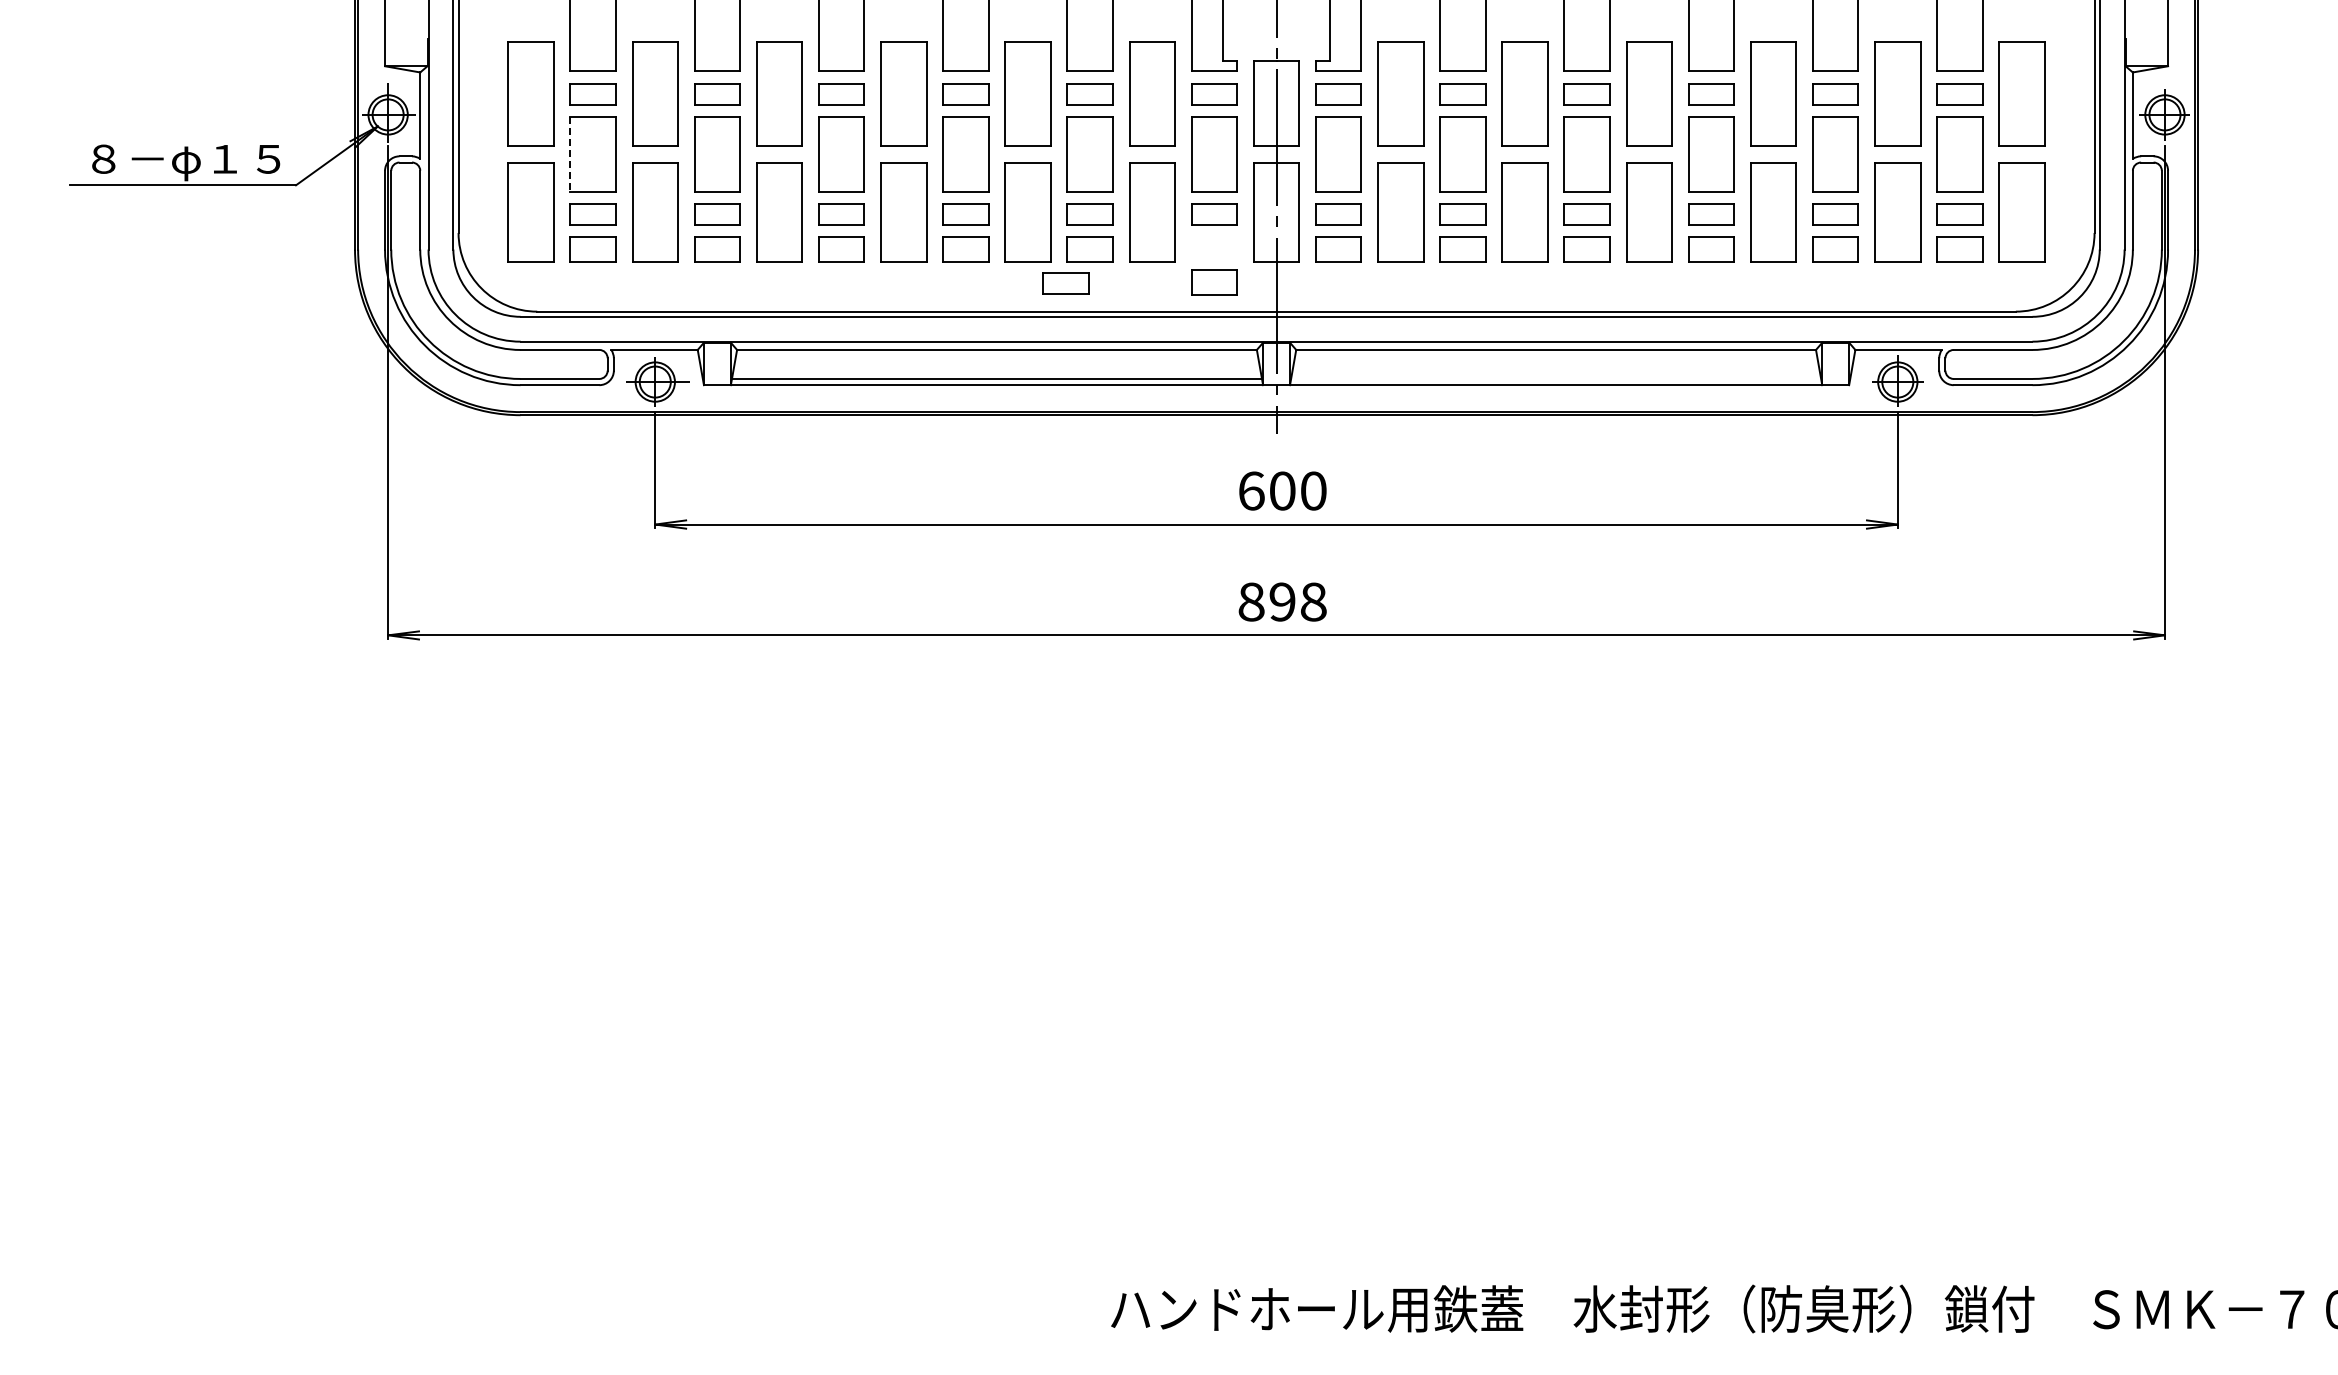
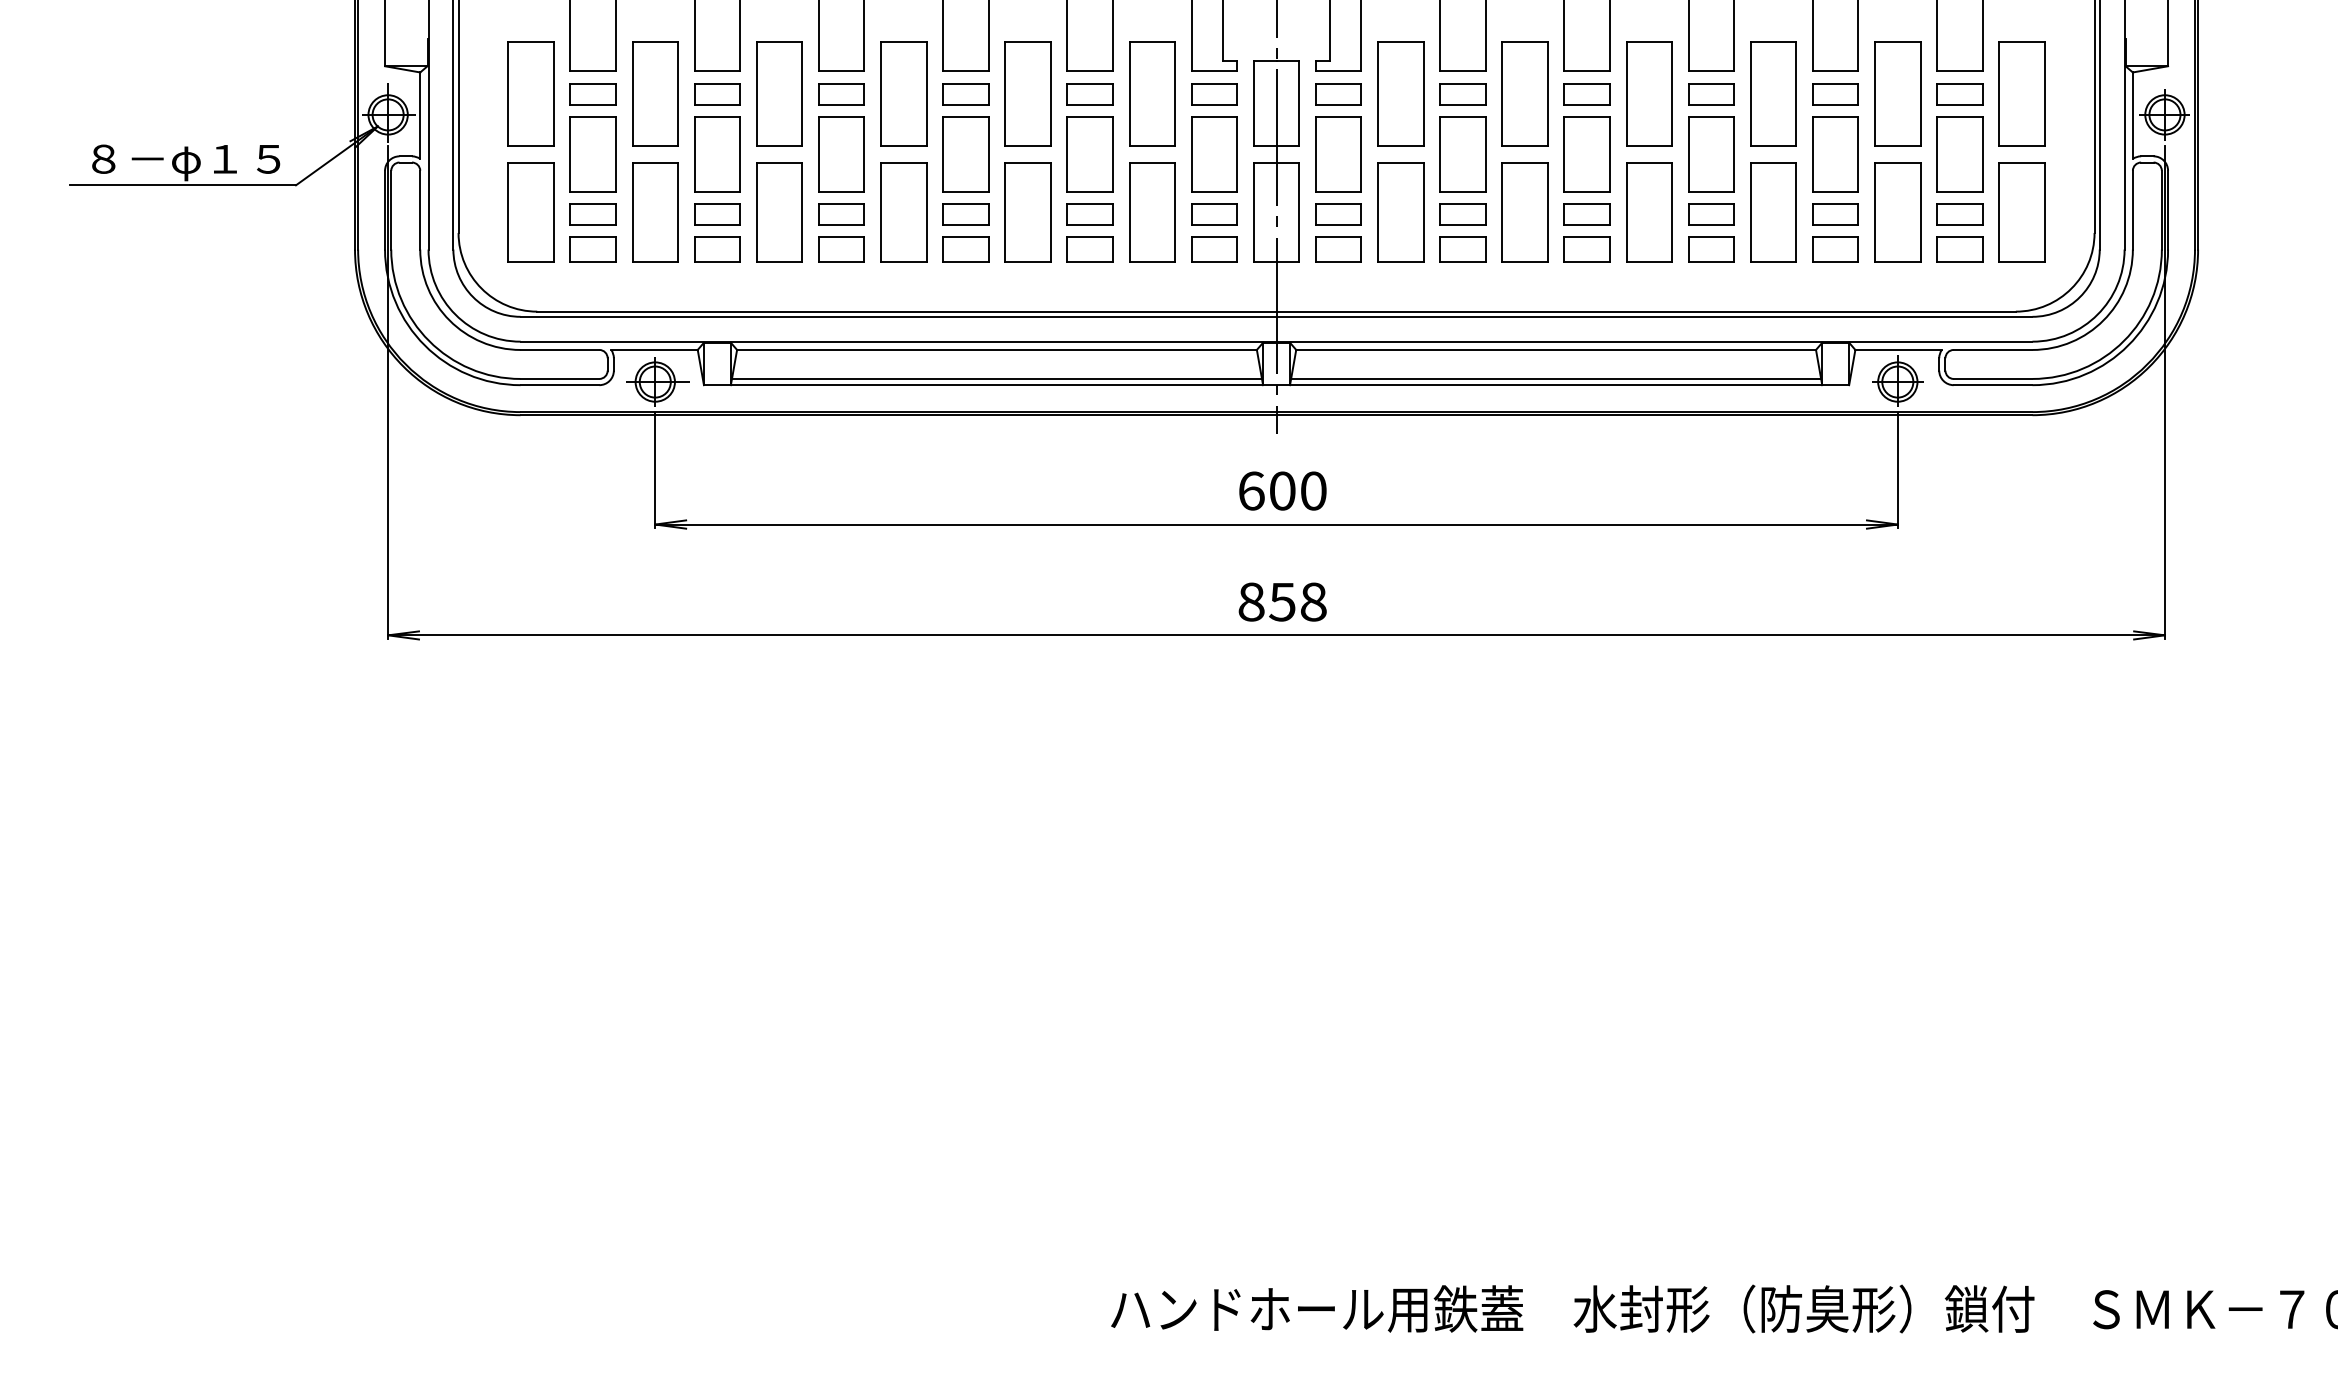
line at (570, 154): dashed -> solid
part at (1214, 282) position: (1214, 282) -> (1214, 249)
part at (1065, 283): present -> none
line at (1556, 378): none -> present
text at (1282, 601): 898 -> 858
